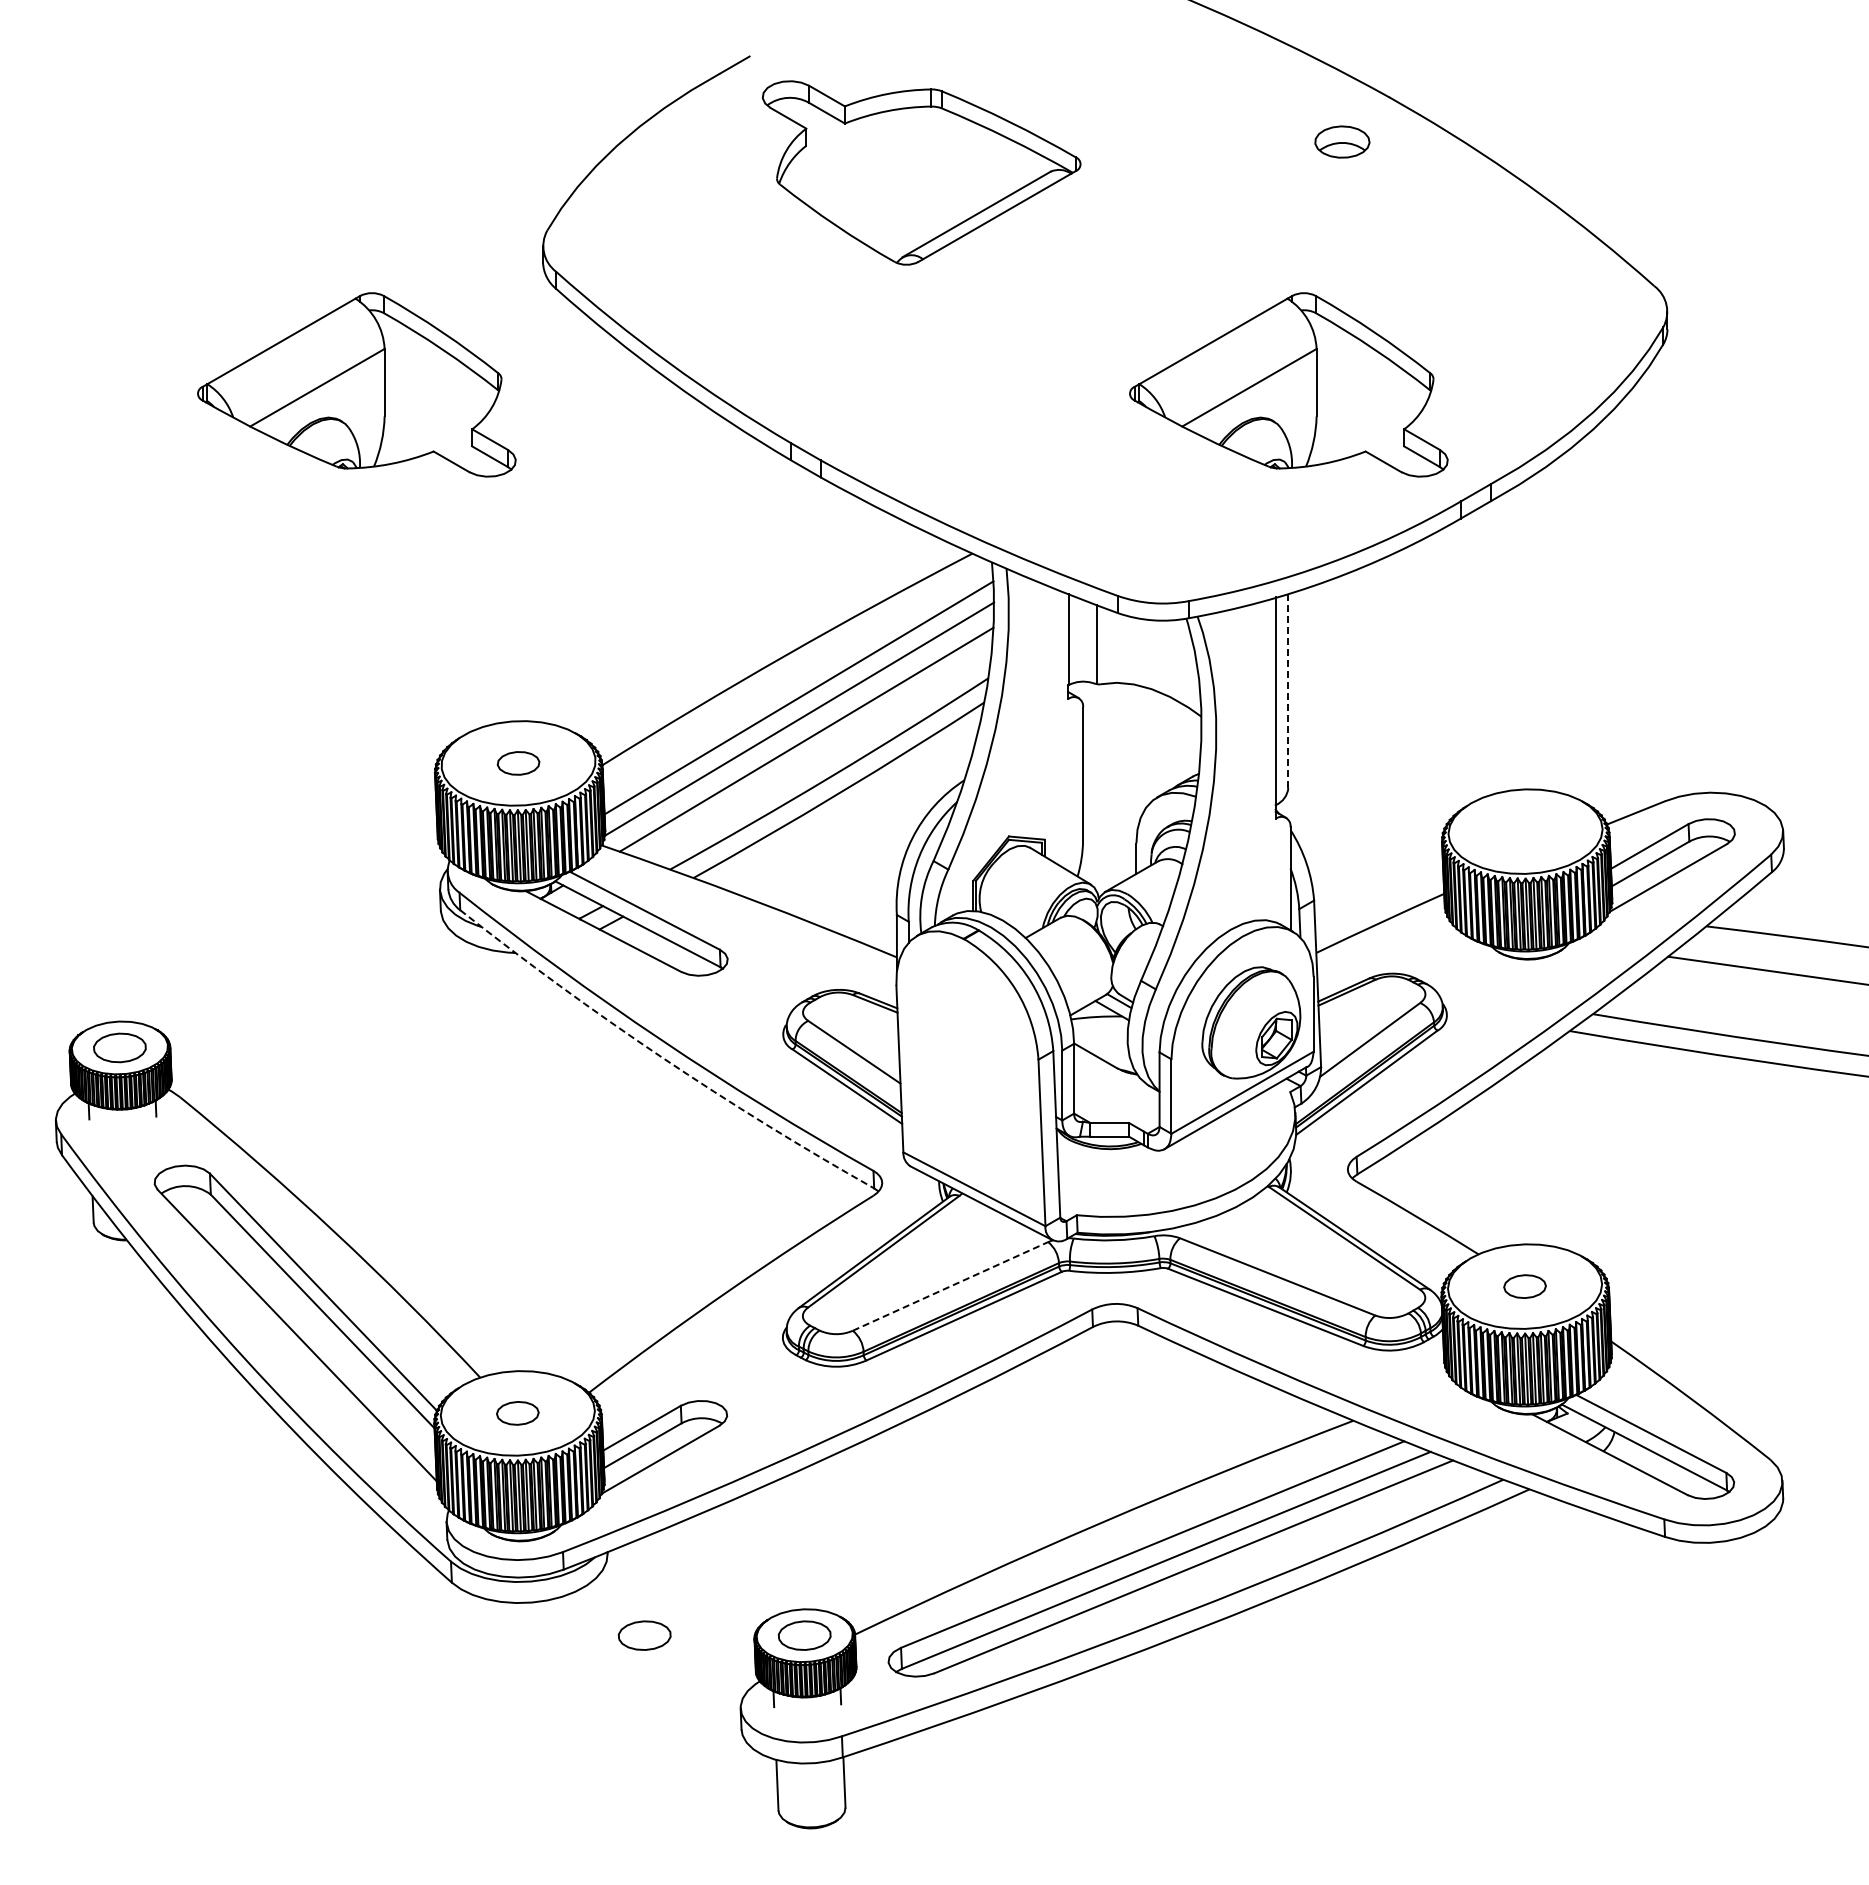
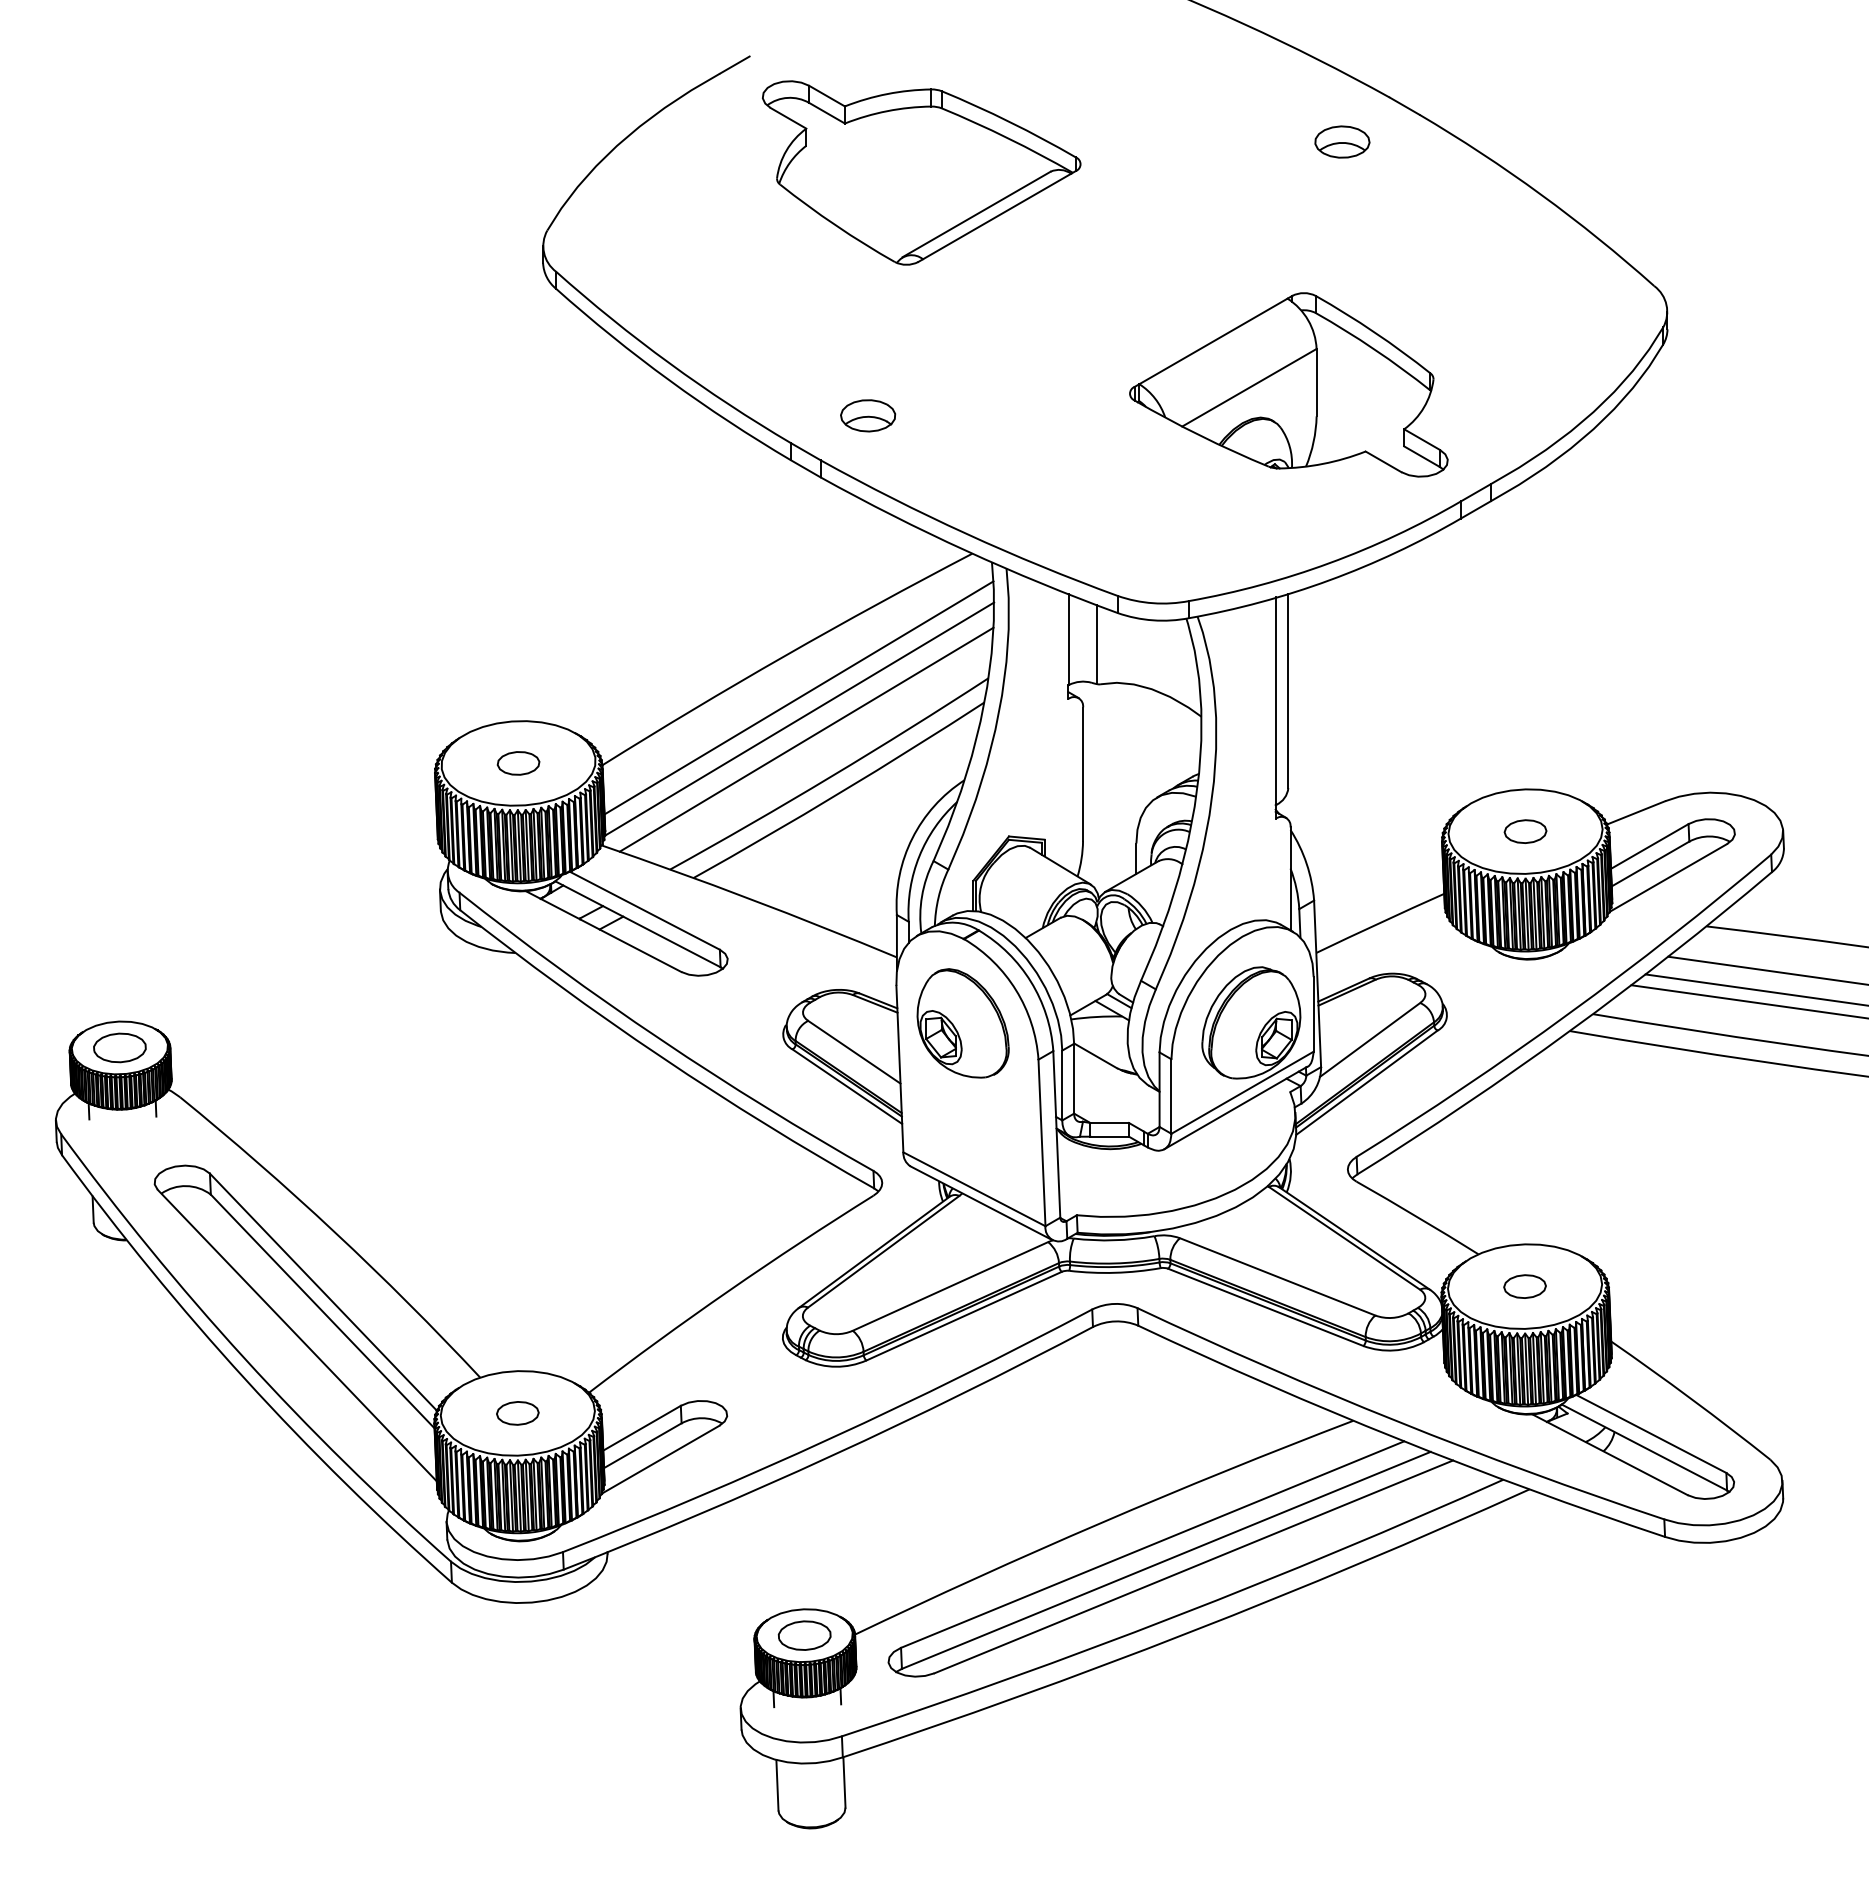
part at (356, 384): present -> none
part at (868, 415): none -> present
line at (1288, 690): dashed -> solid
part at (1525, 831): none -> present
line at (1755, 989): none -> present
line at (1748, 1001): none -> present
part at (962, 1023): none -> present
arc at (661, 1057): dashed -> solid
line at (950, 1286): dashed -> solid
part at (644, 1635): present -> none
